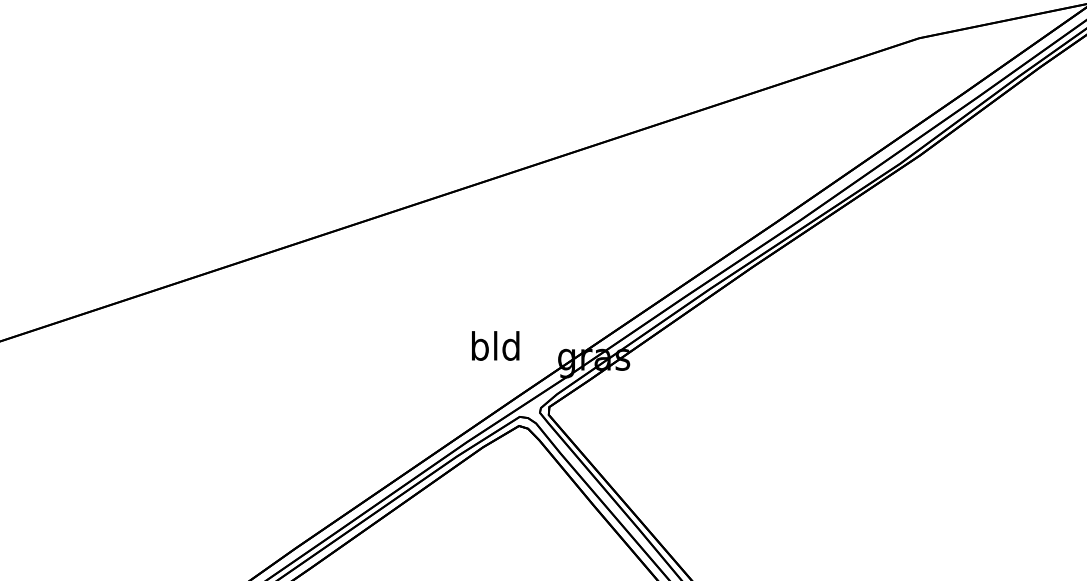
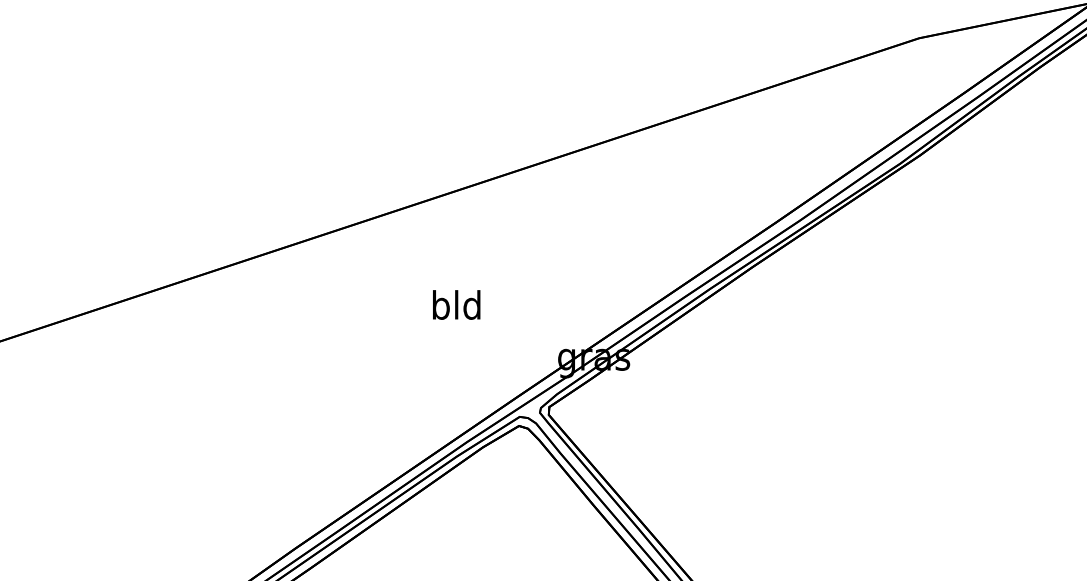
text at (495, 345) position: (495, 345) -> (456, 304)
